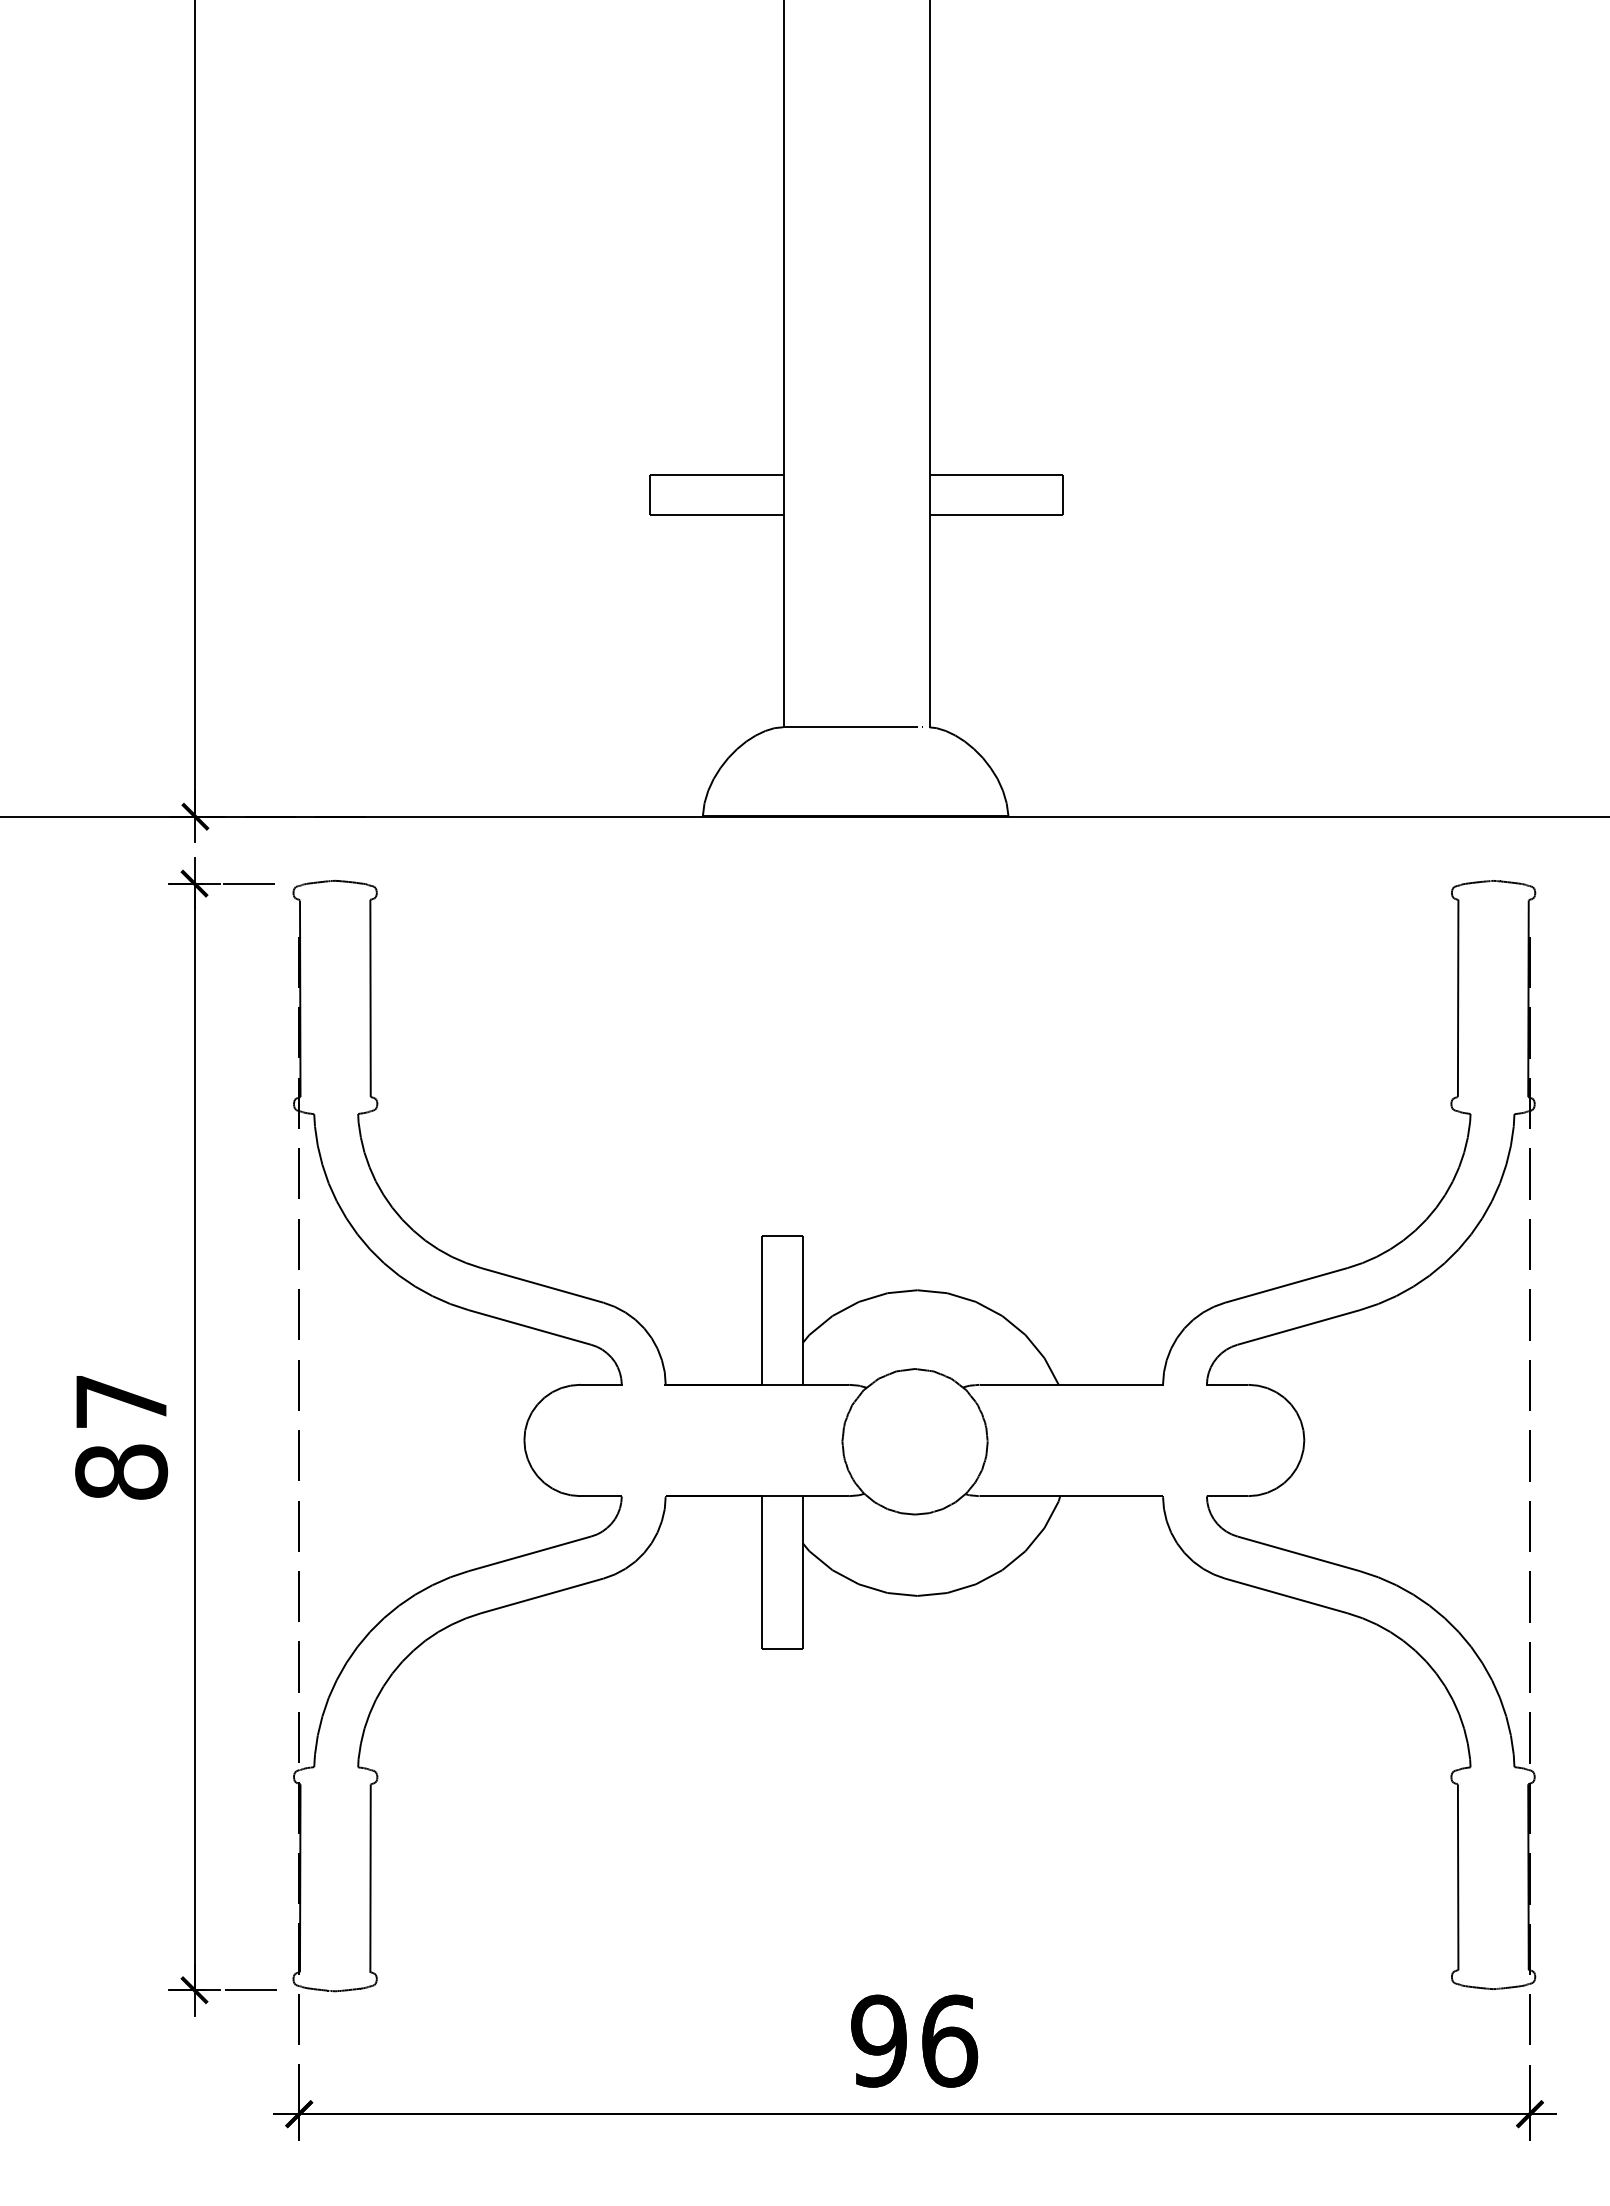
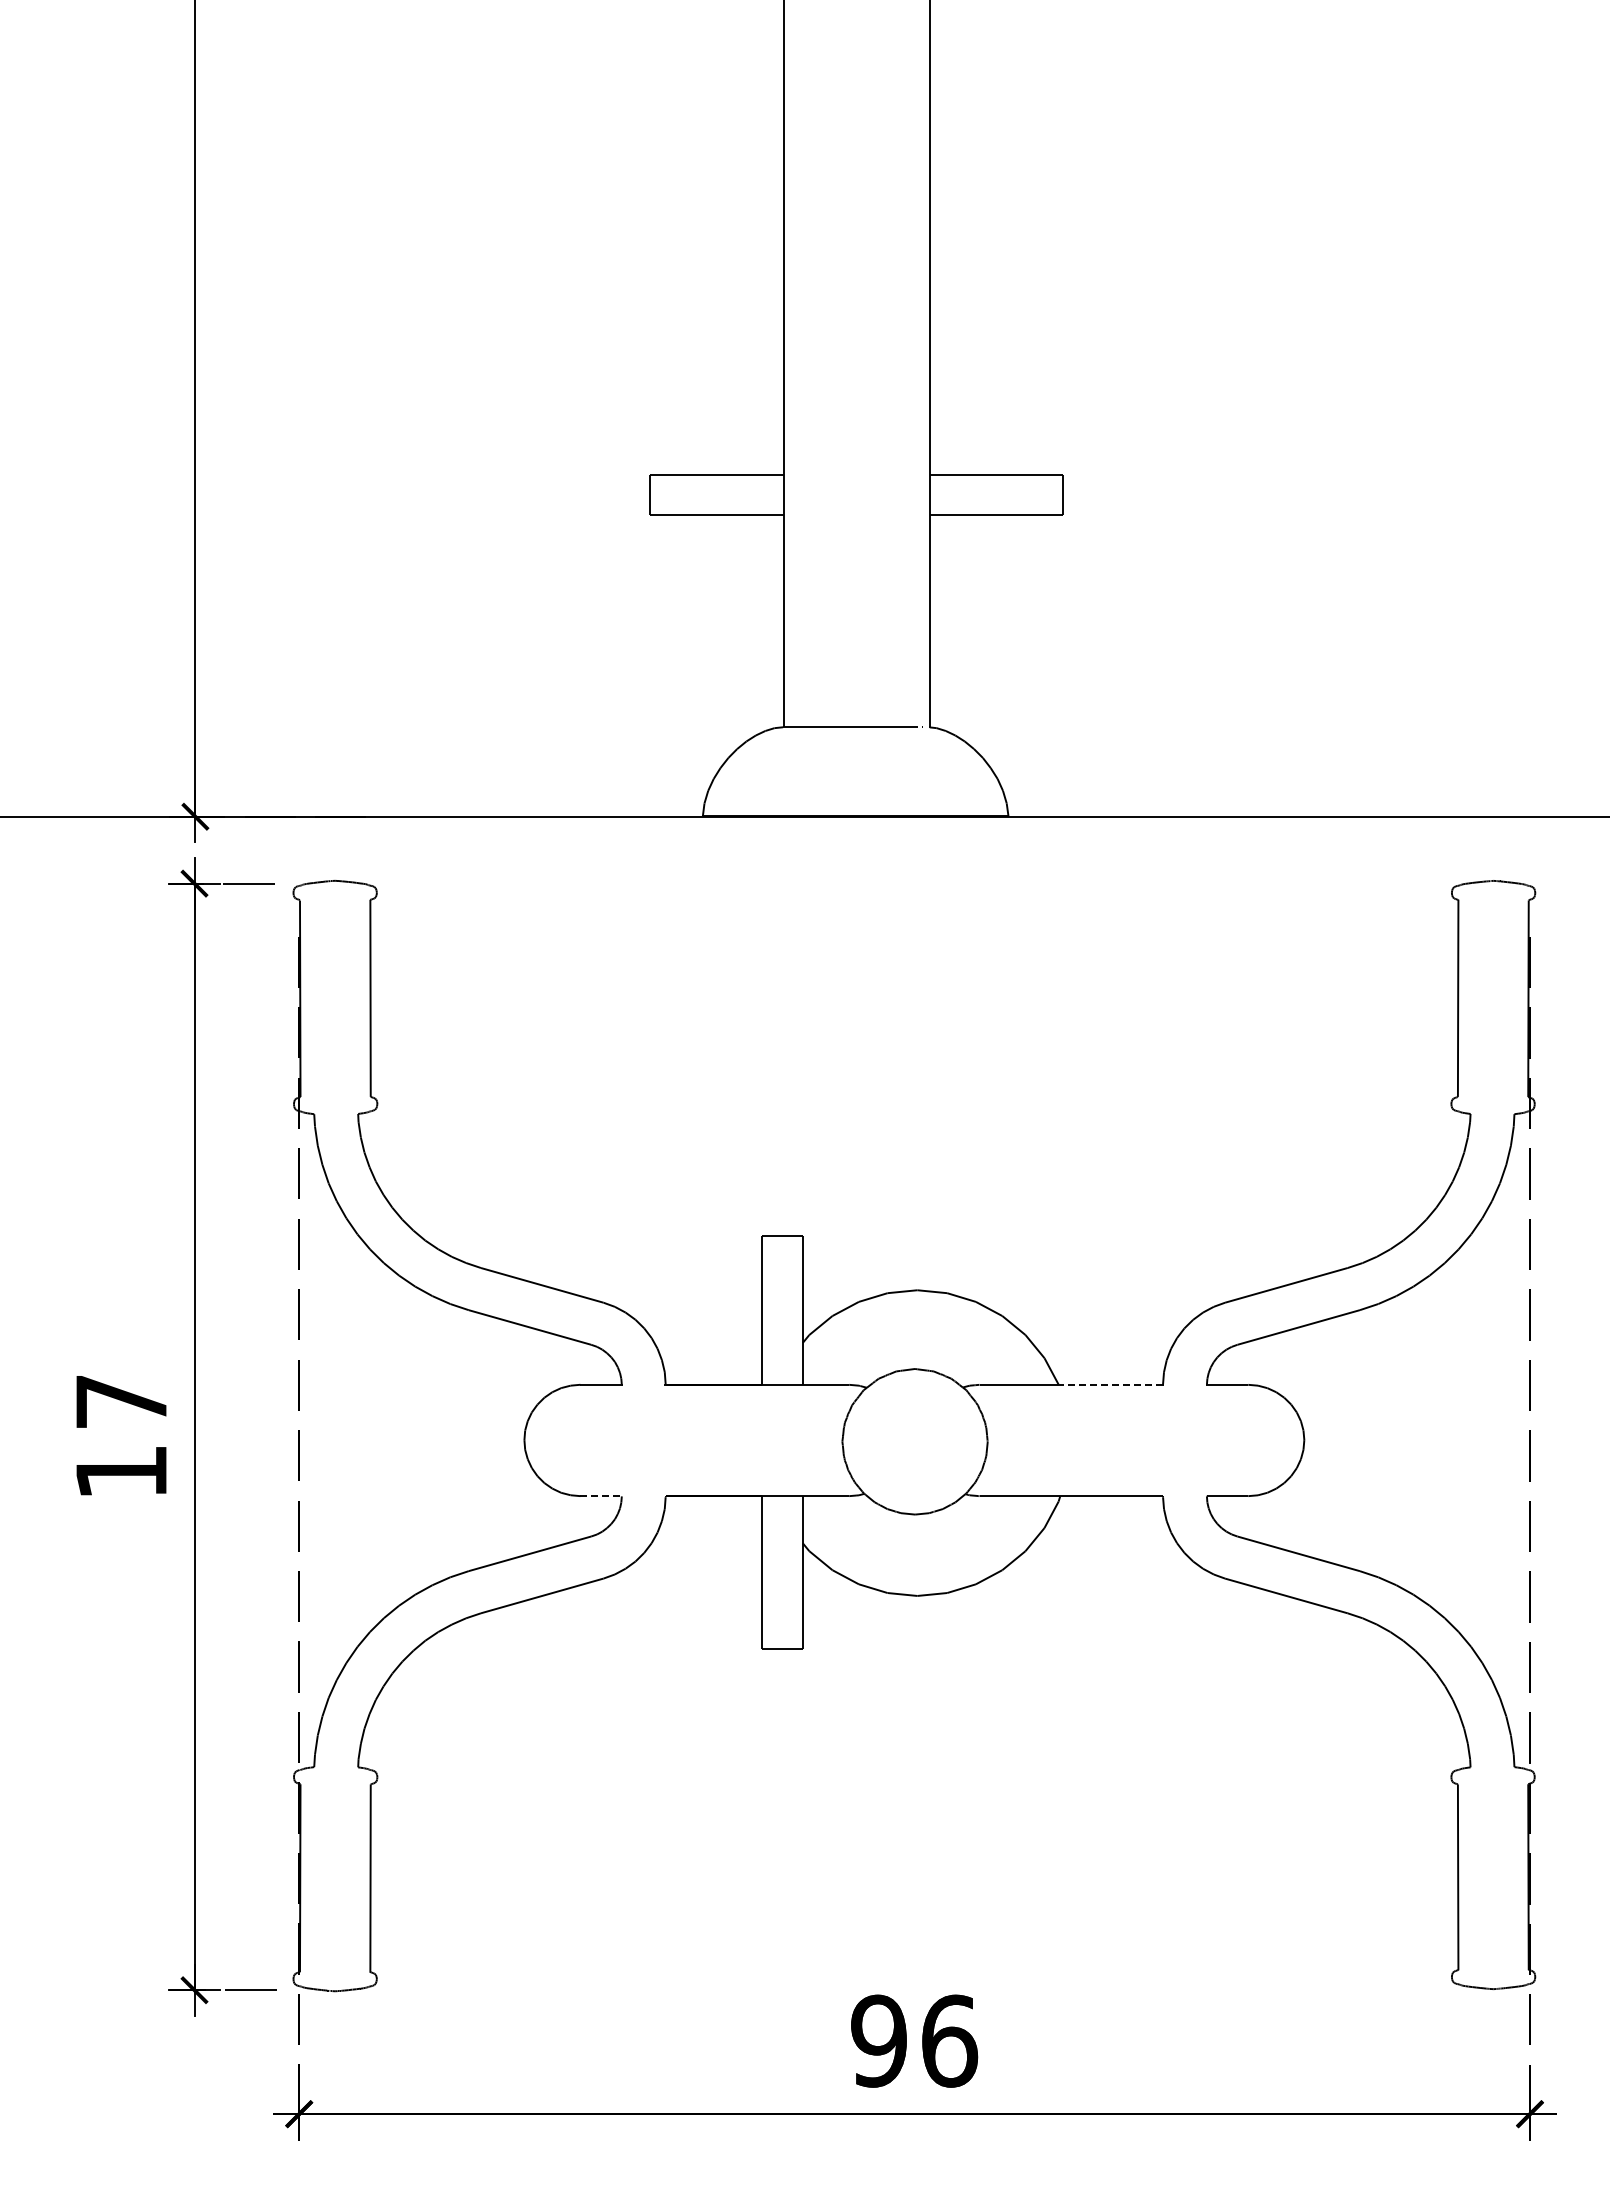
line at (1110, 1384): solid -> dashed
text at (121, 1471): 87 -> 17
line at (601, 1496): solid -> dashed
